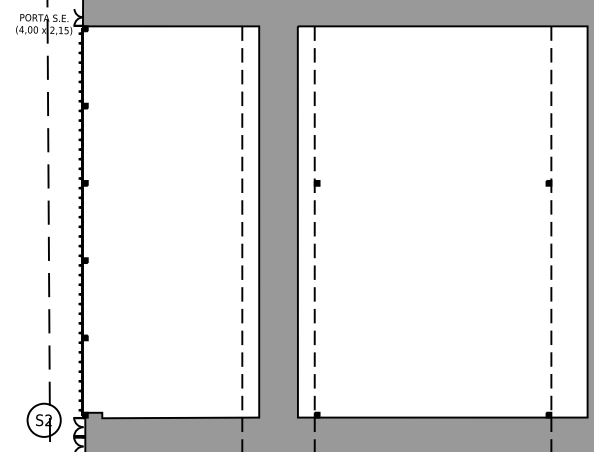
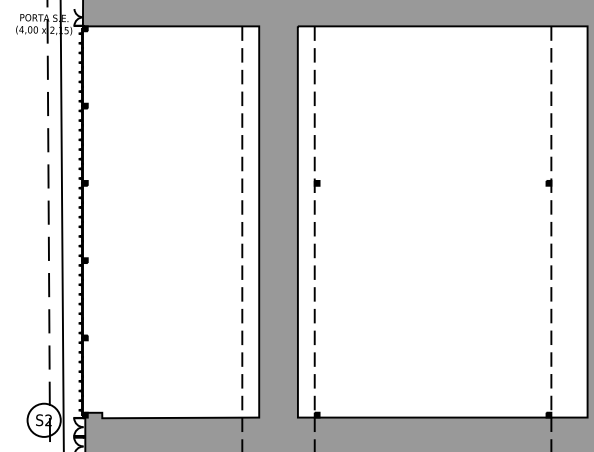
line at (61, 225): none -> present
